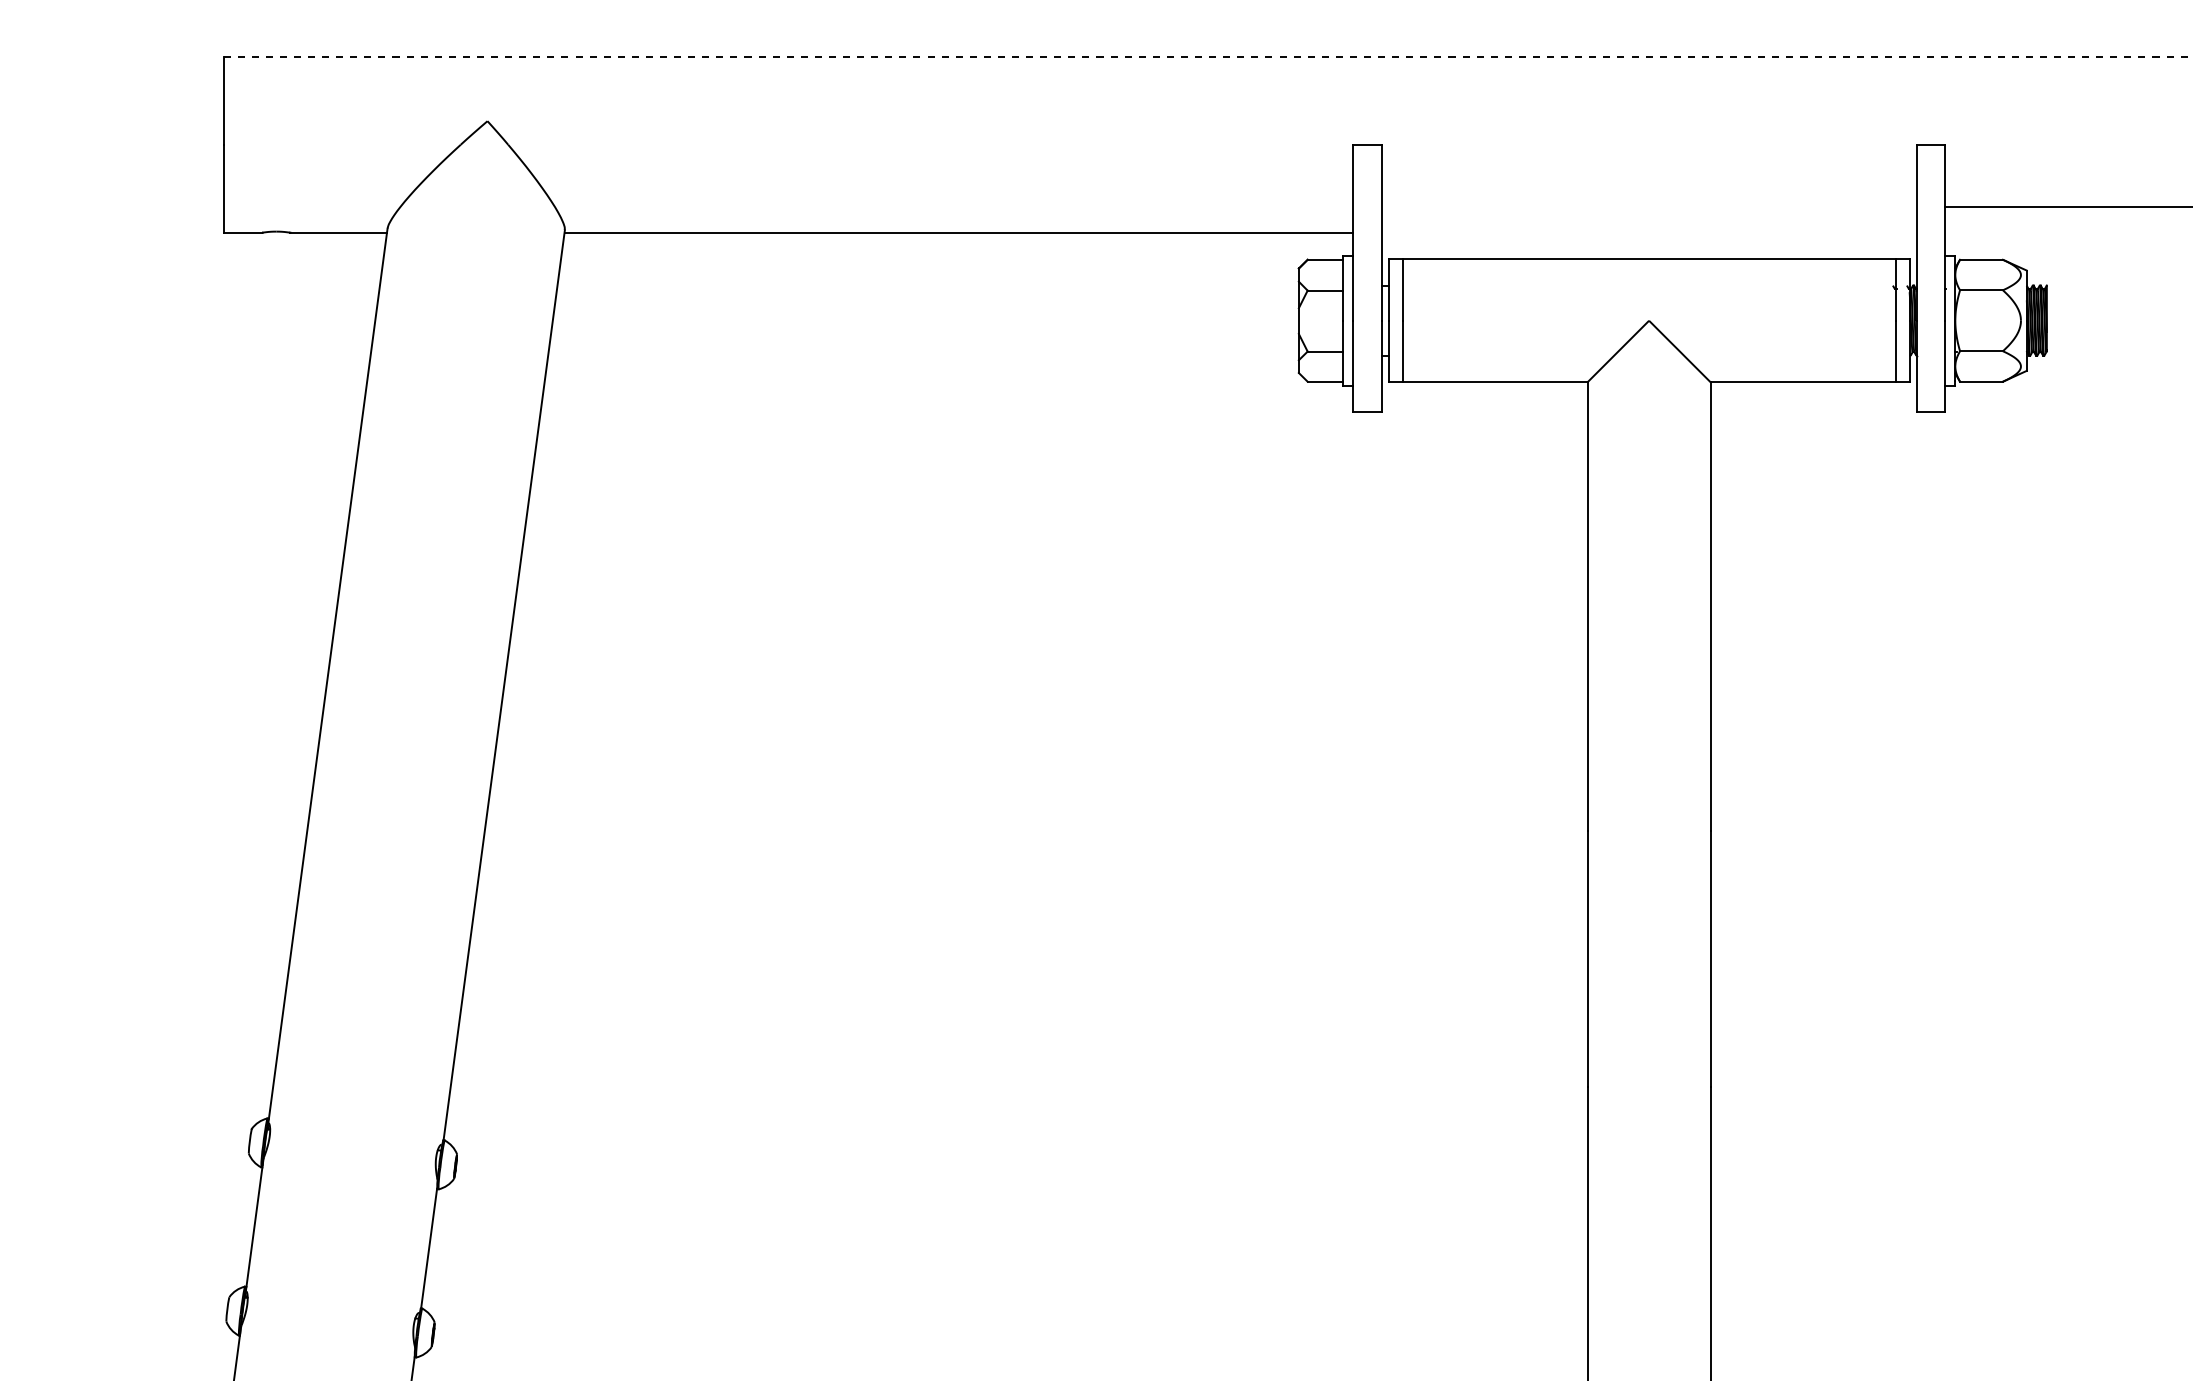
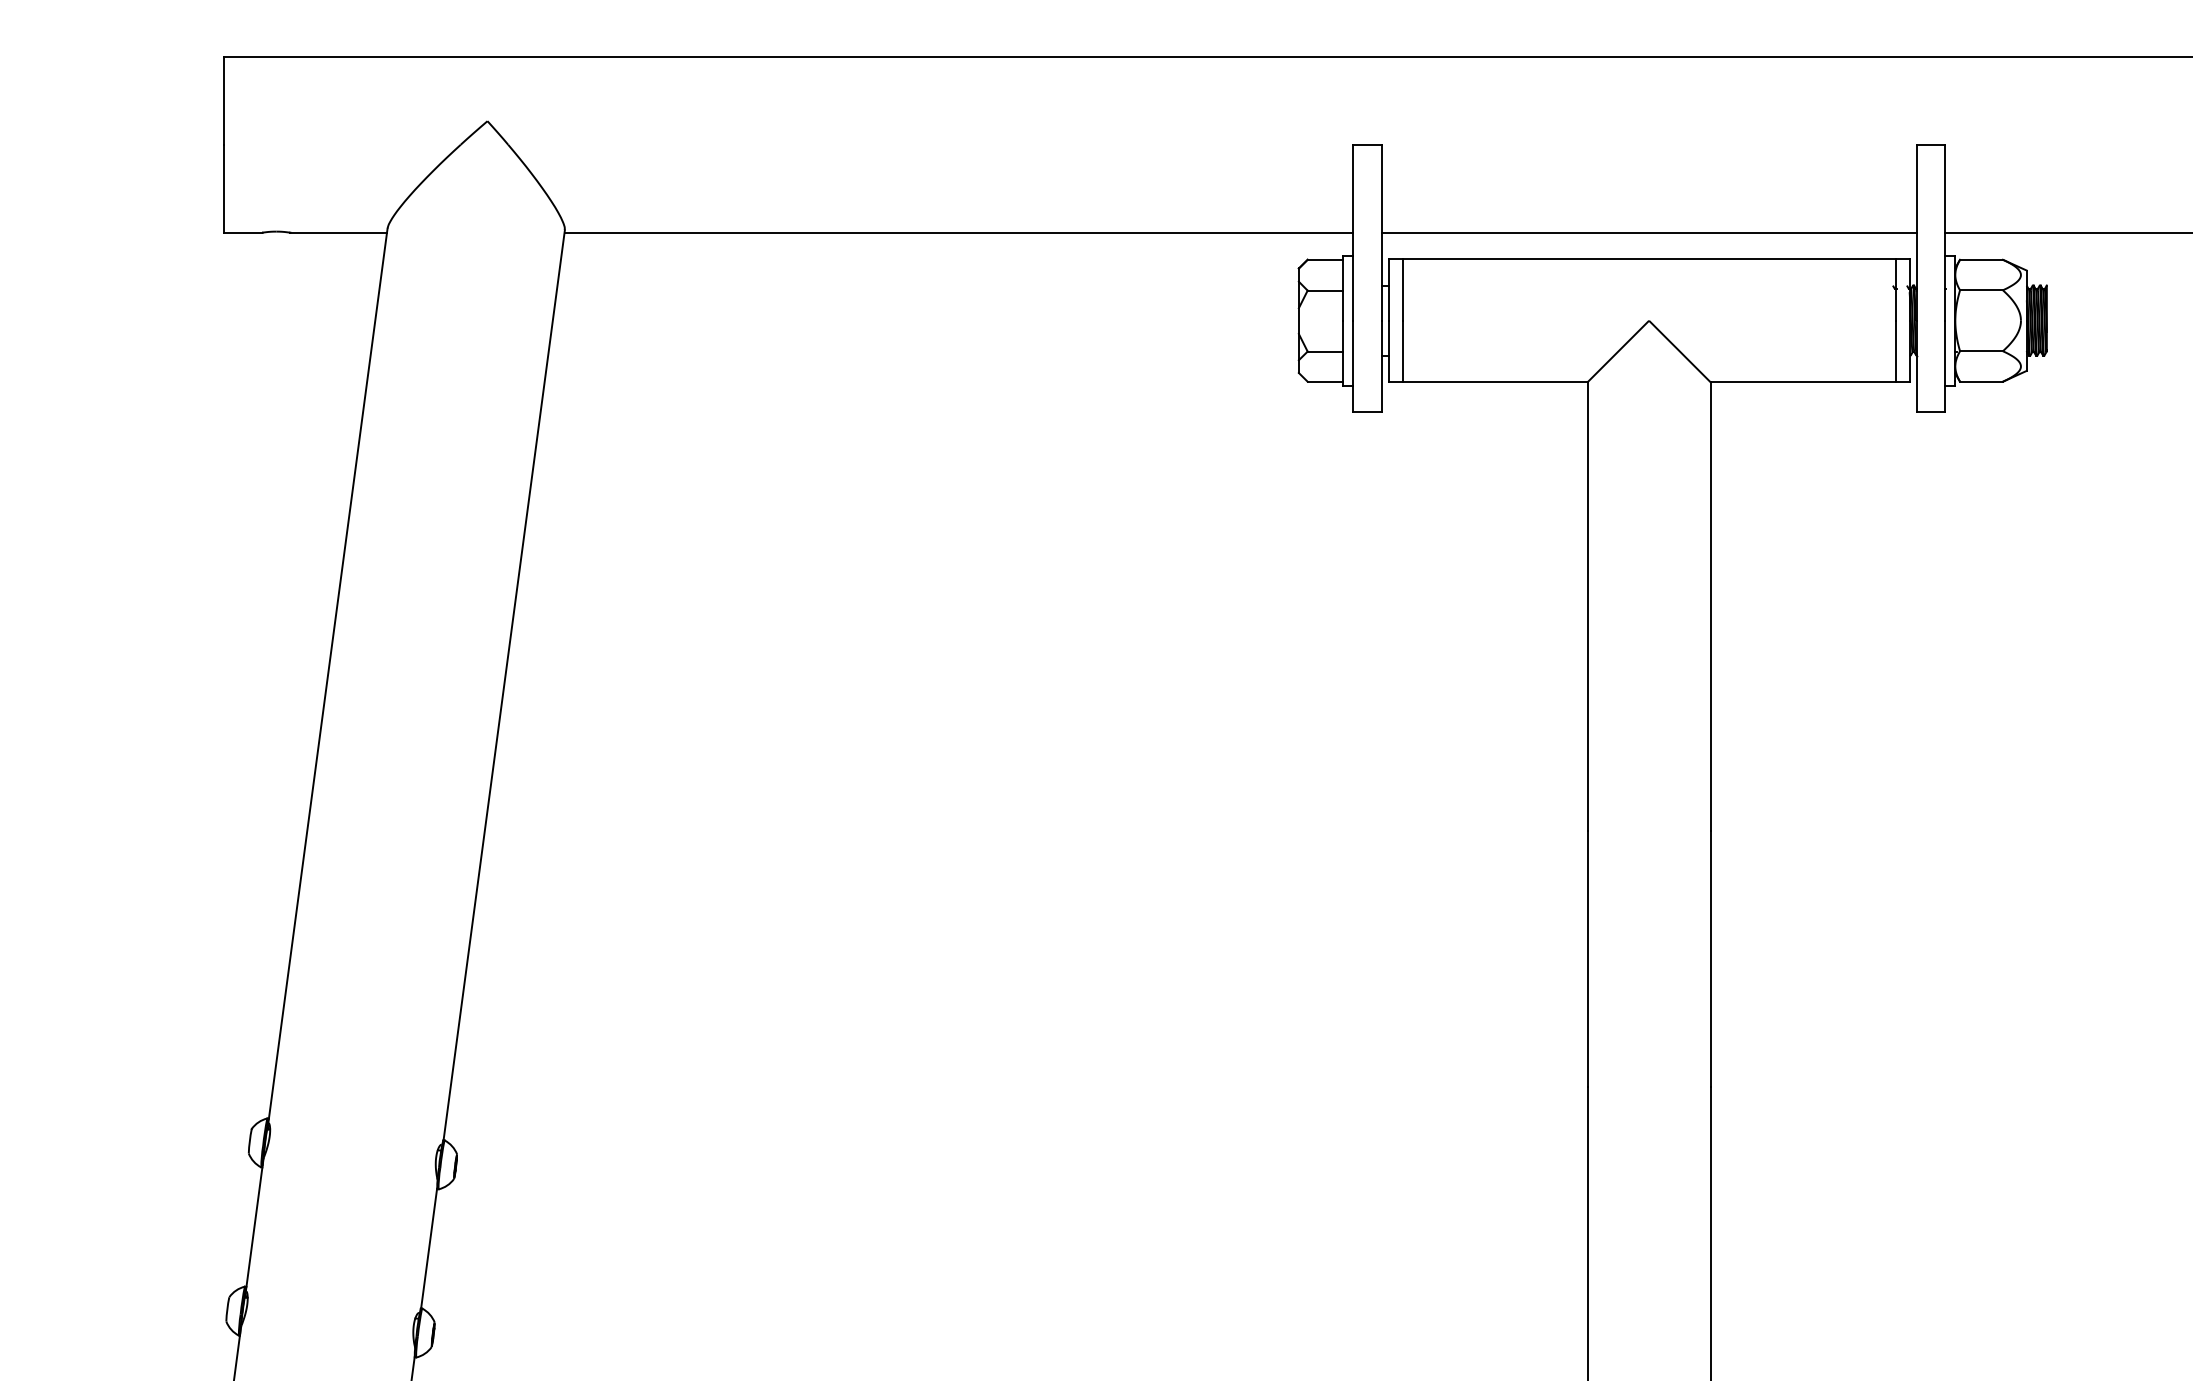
line at (1208, 56): dashed -> solid
line at (2066, 206) position: (2066, 206) -> (2066, 232)
line at (1648, 232): none -> present
